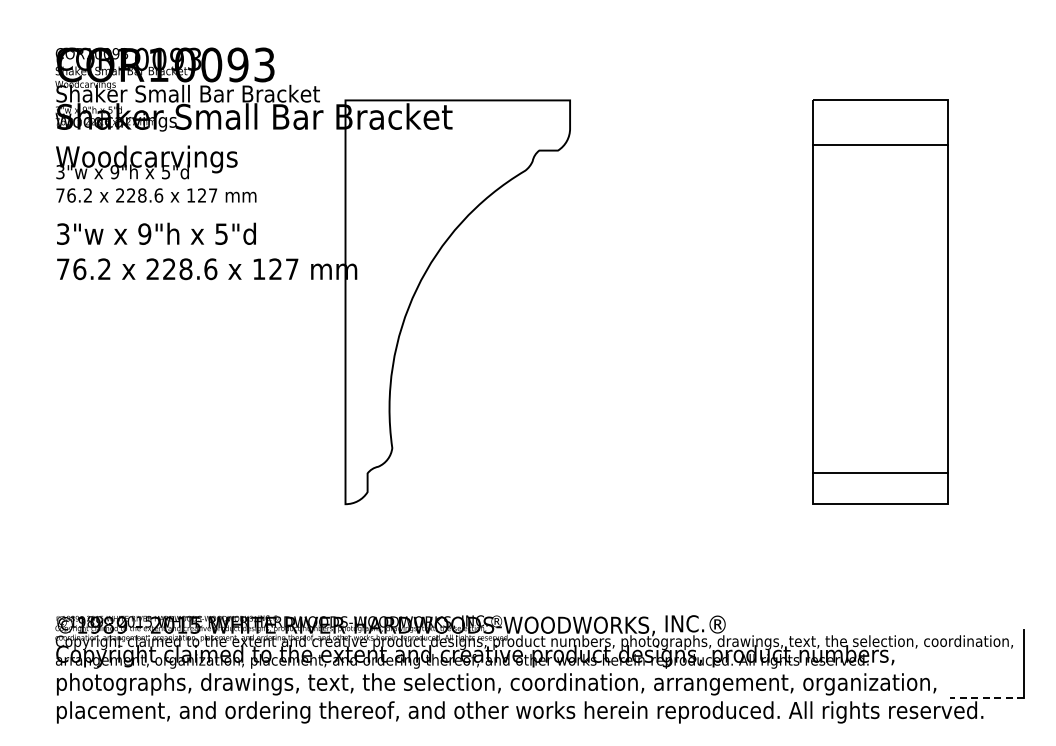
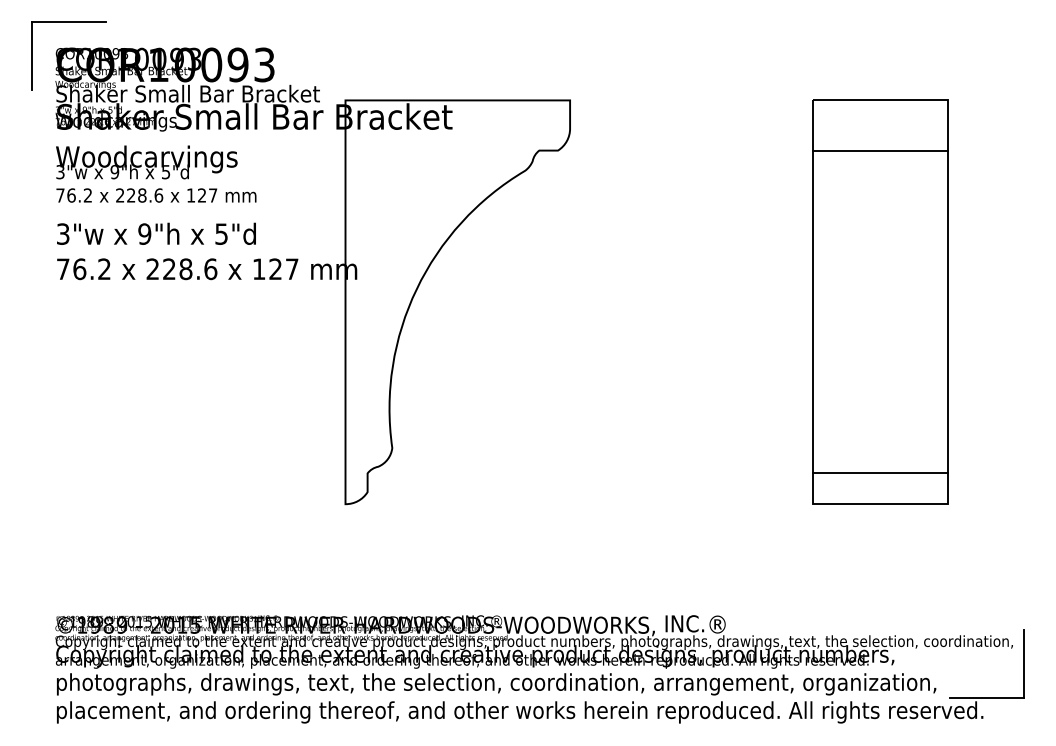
part at (68, 22): none -> present
line at (880, 144) position: (880, 144) -> (880, 150)
line at (986, 698): dashed -> solid
